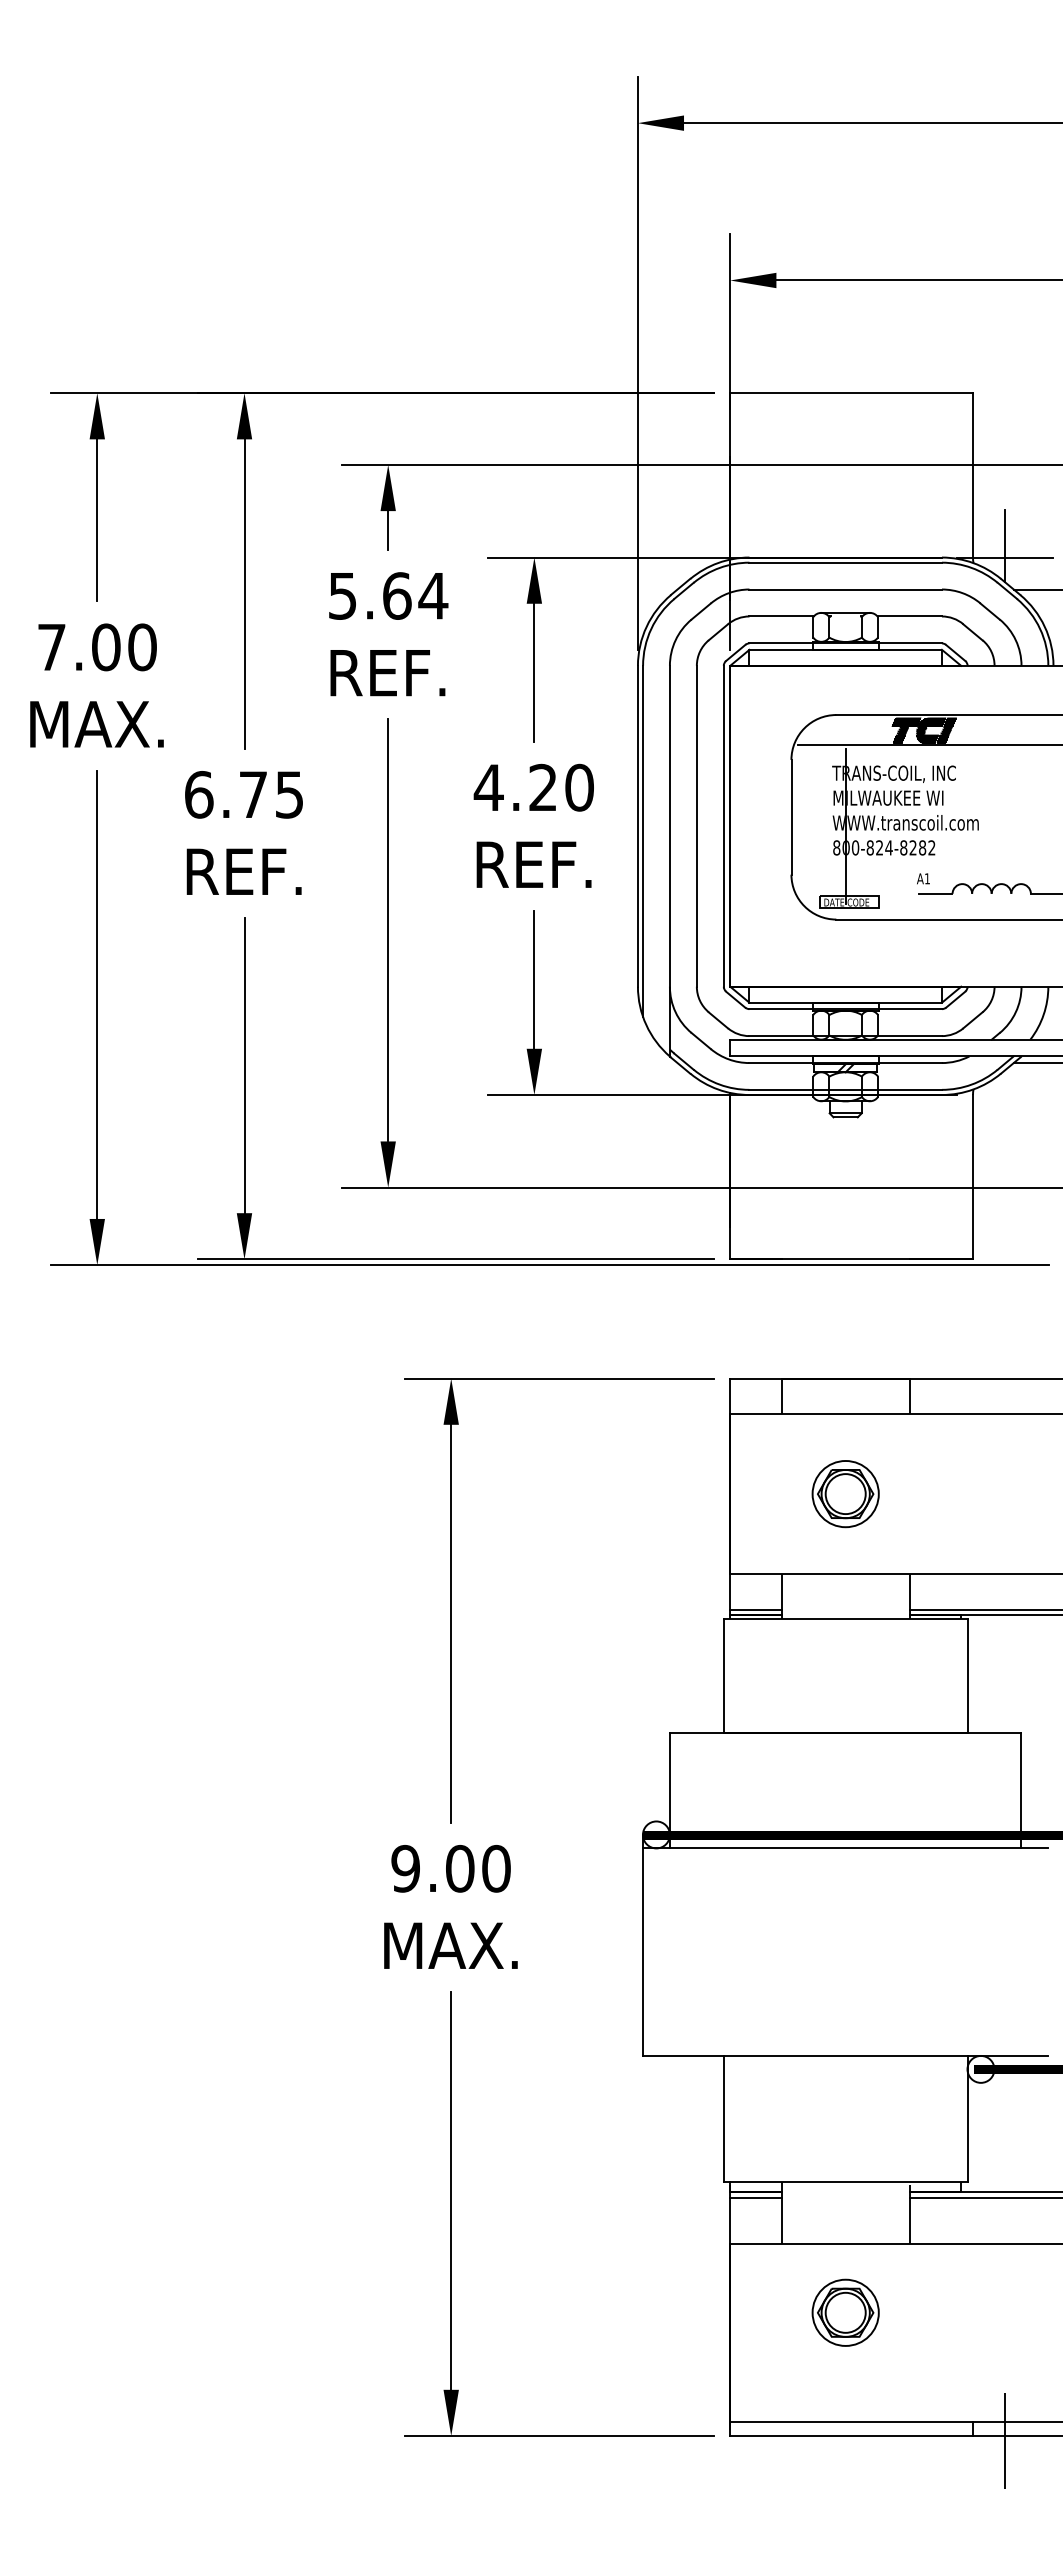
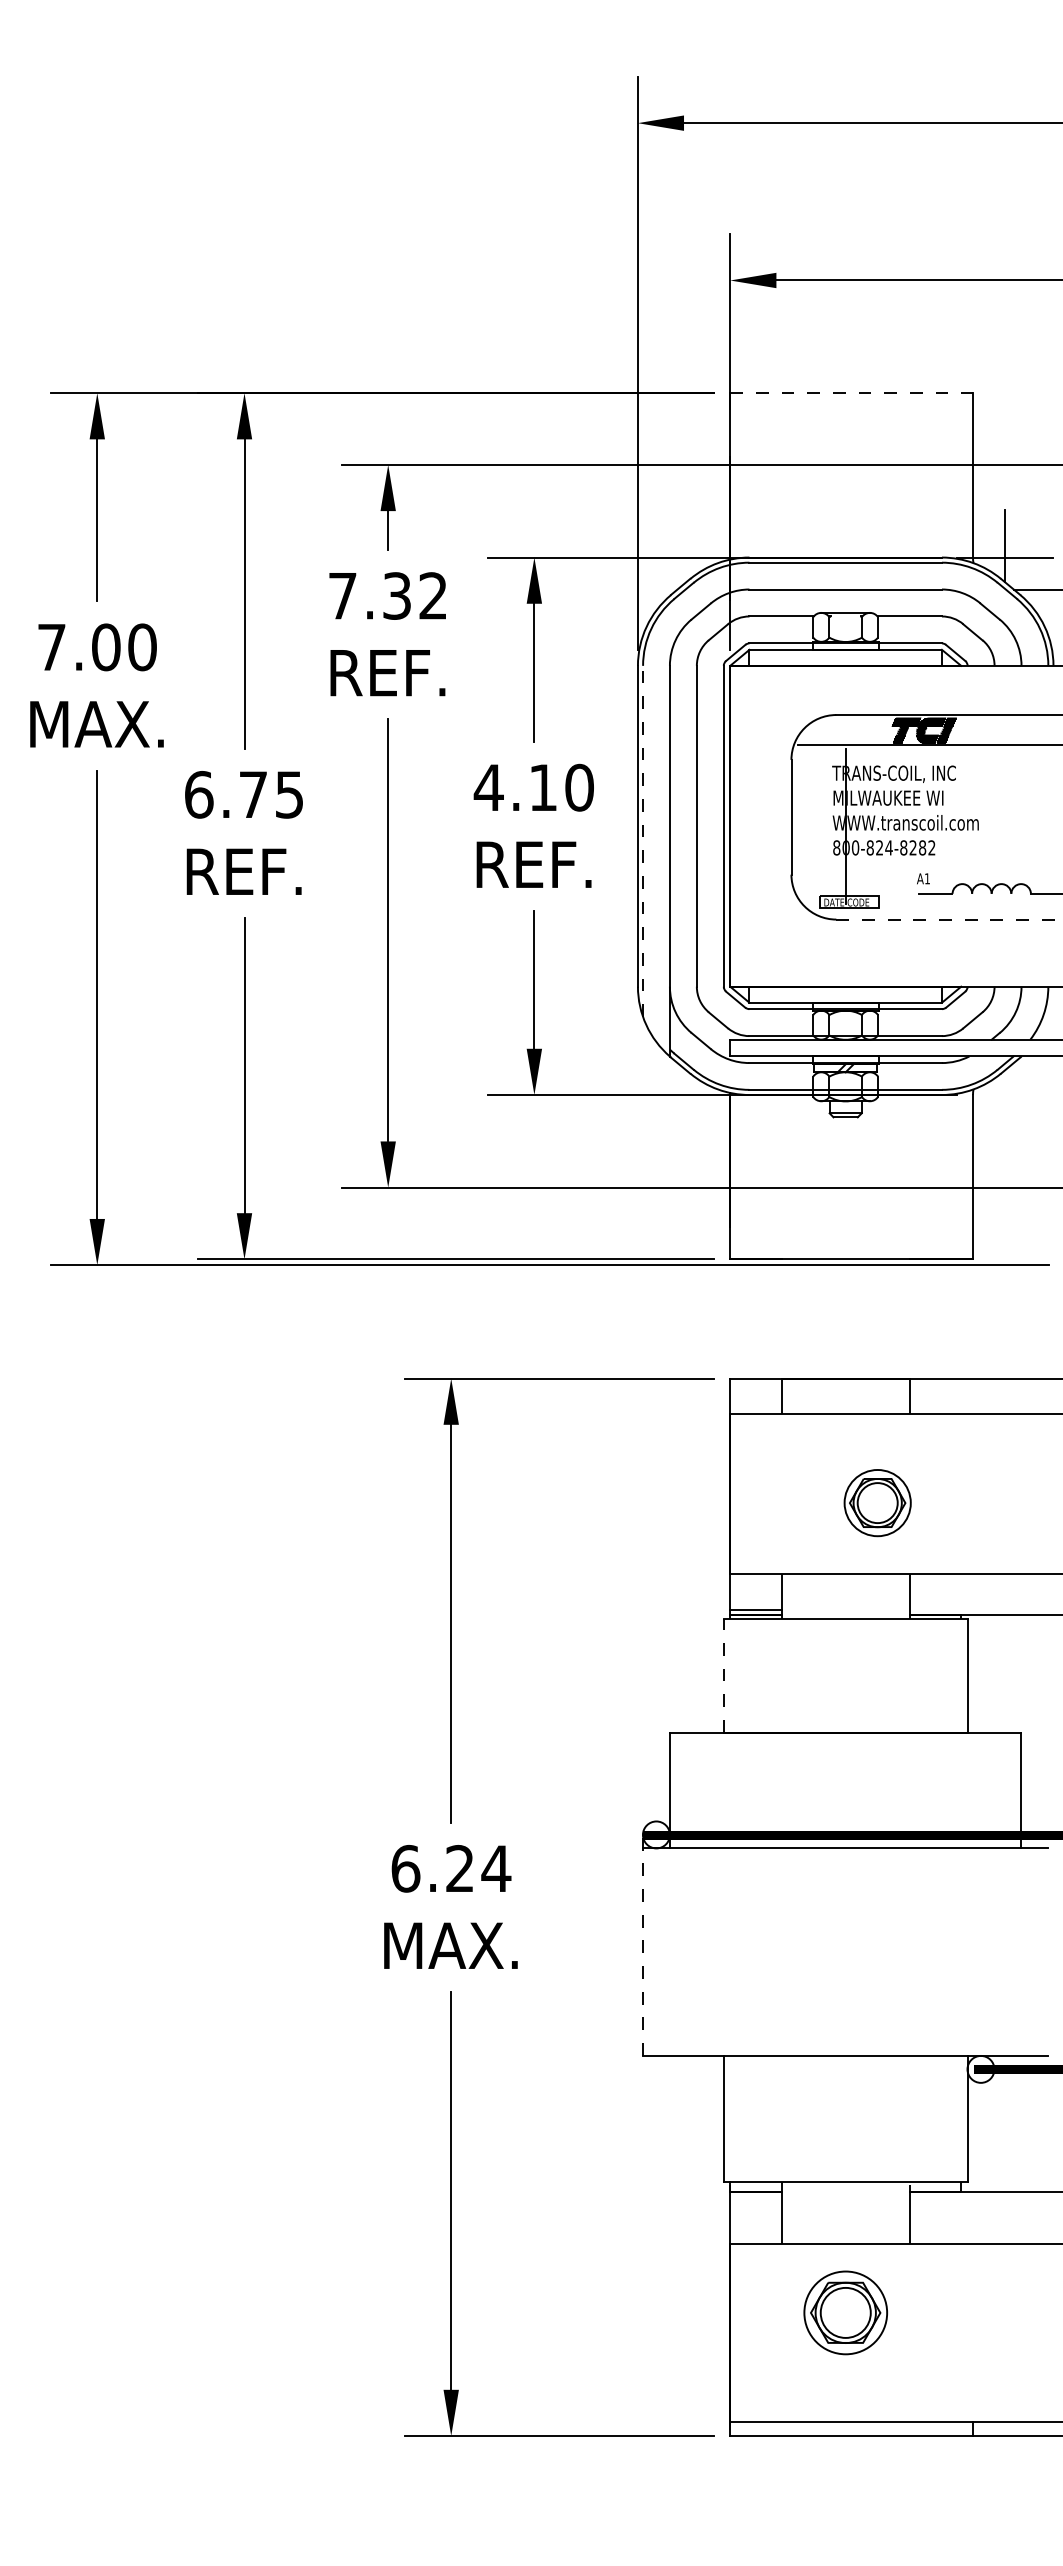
line at (852, 393): solid -> dashed
text at (388, 595): 5.64 -> 7.32
text at (542, 786): 4.20 -> 4.10
line at (642, 841): solid -> dashed
line at (949, 919): solid -> dashed
line at (1036, 1062): present -> none
part at (845, 1494) position: (845, 1494) -> (877, 1503)
line at (984, 1609): present -> none
line at (723, 1676): solid -> dashed
text at (451, 1868): 9.00 -> 6.24
line at (642, 1944): solid -> dashed
line at (755, 2197): present -> none
line at (984, 2197): present -> none
part at (845, 2312) size: 69x69 px -> 85x86 px
line at (1005, 2441): present -> none
